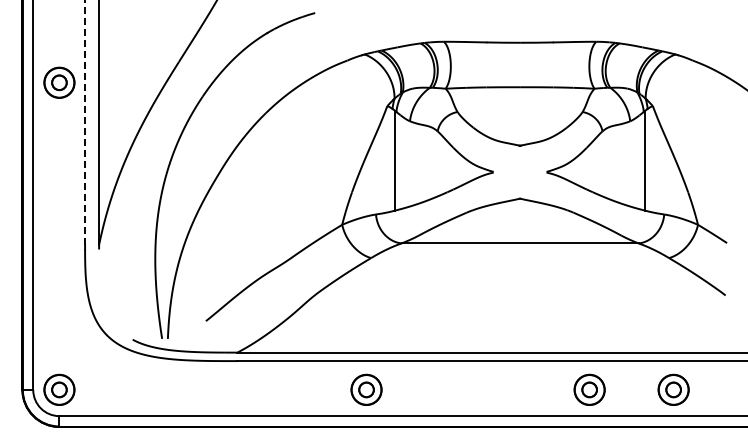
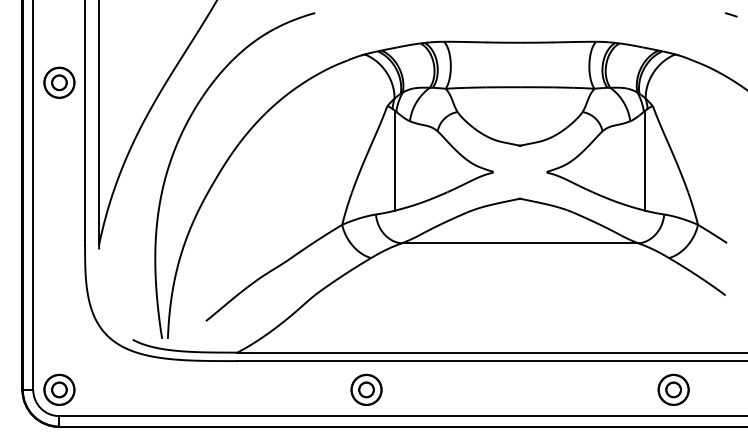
arc at (731, 14): none -> present
line at (85, 122): dashed -> solid
part at (589, 389): present -> none
